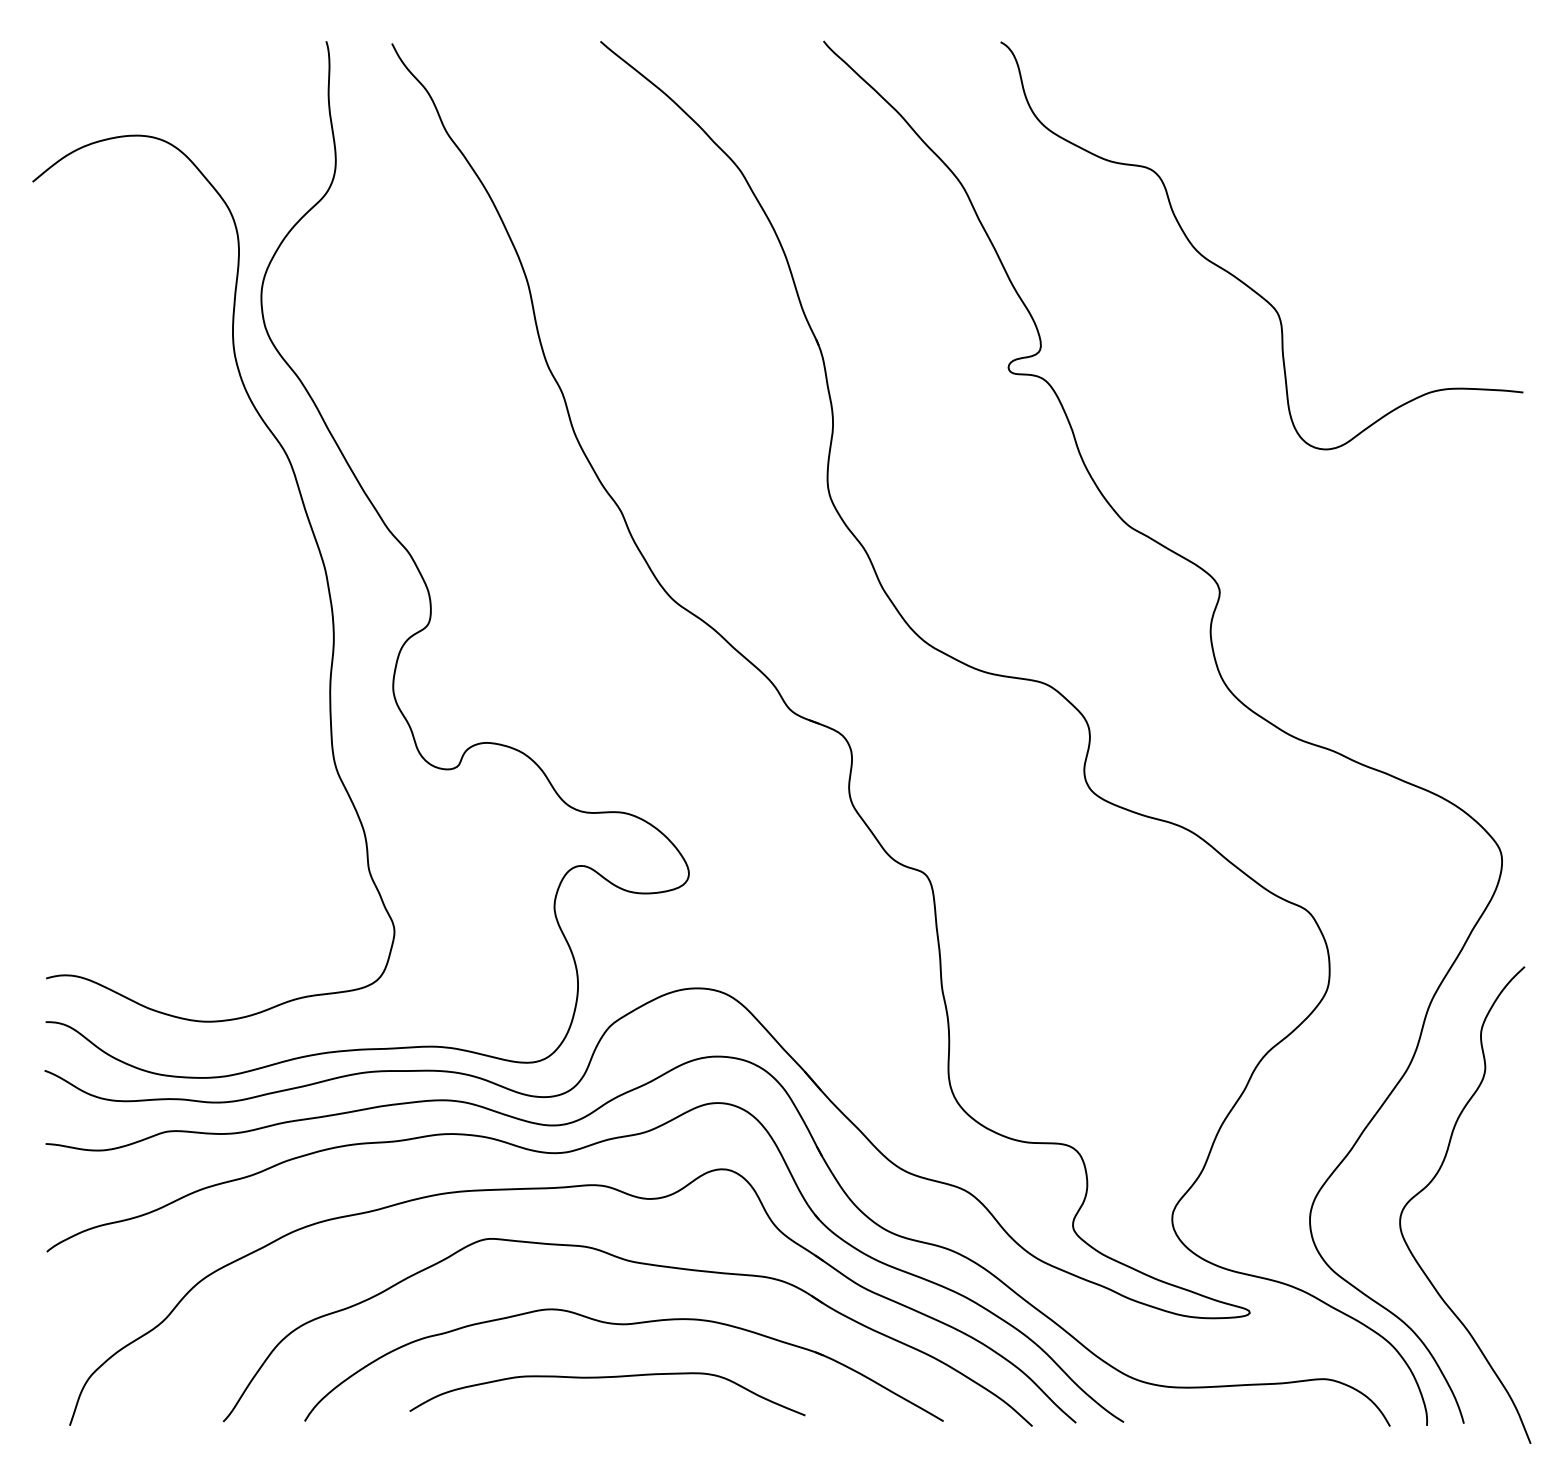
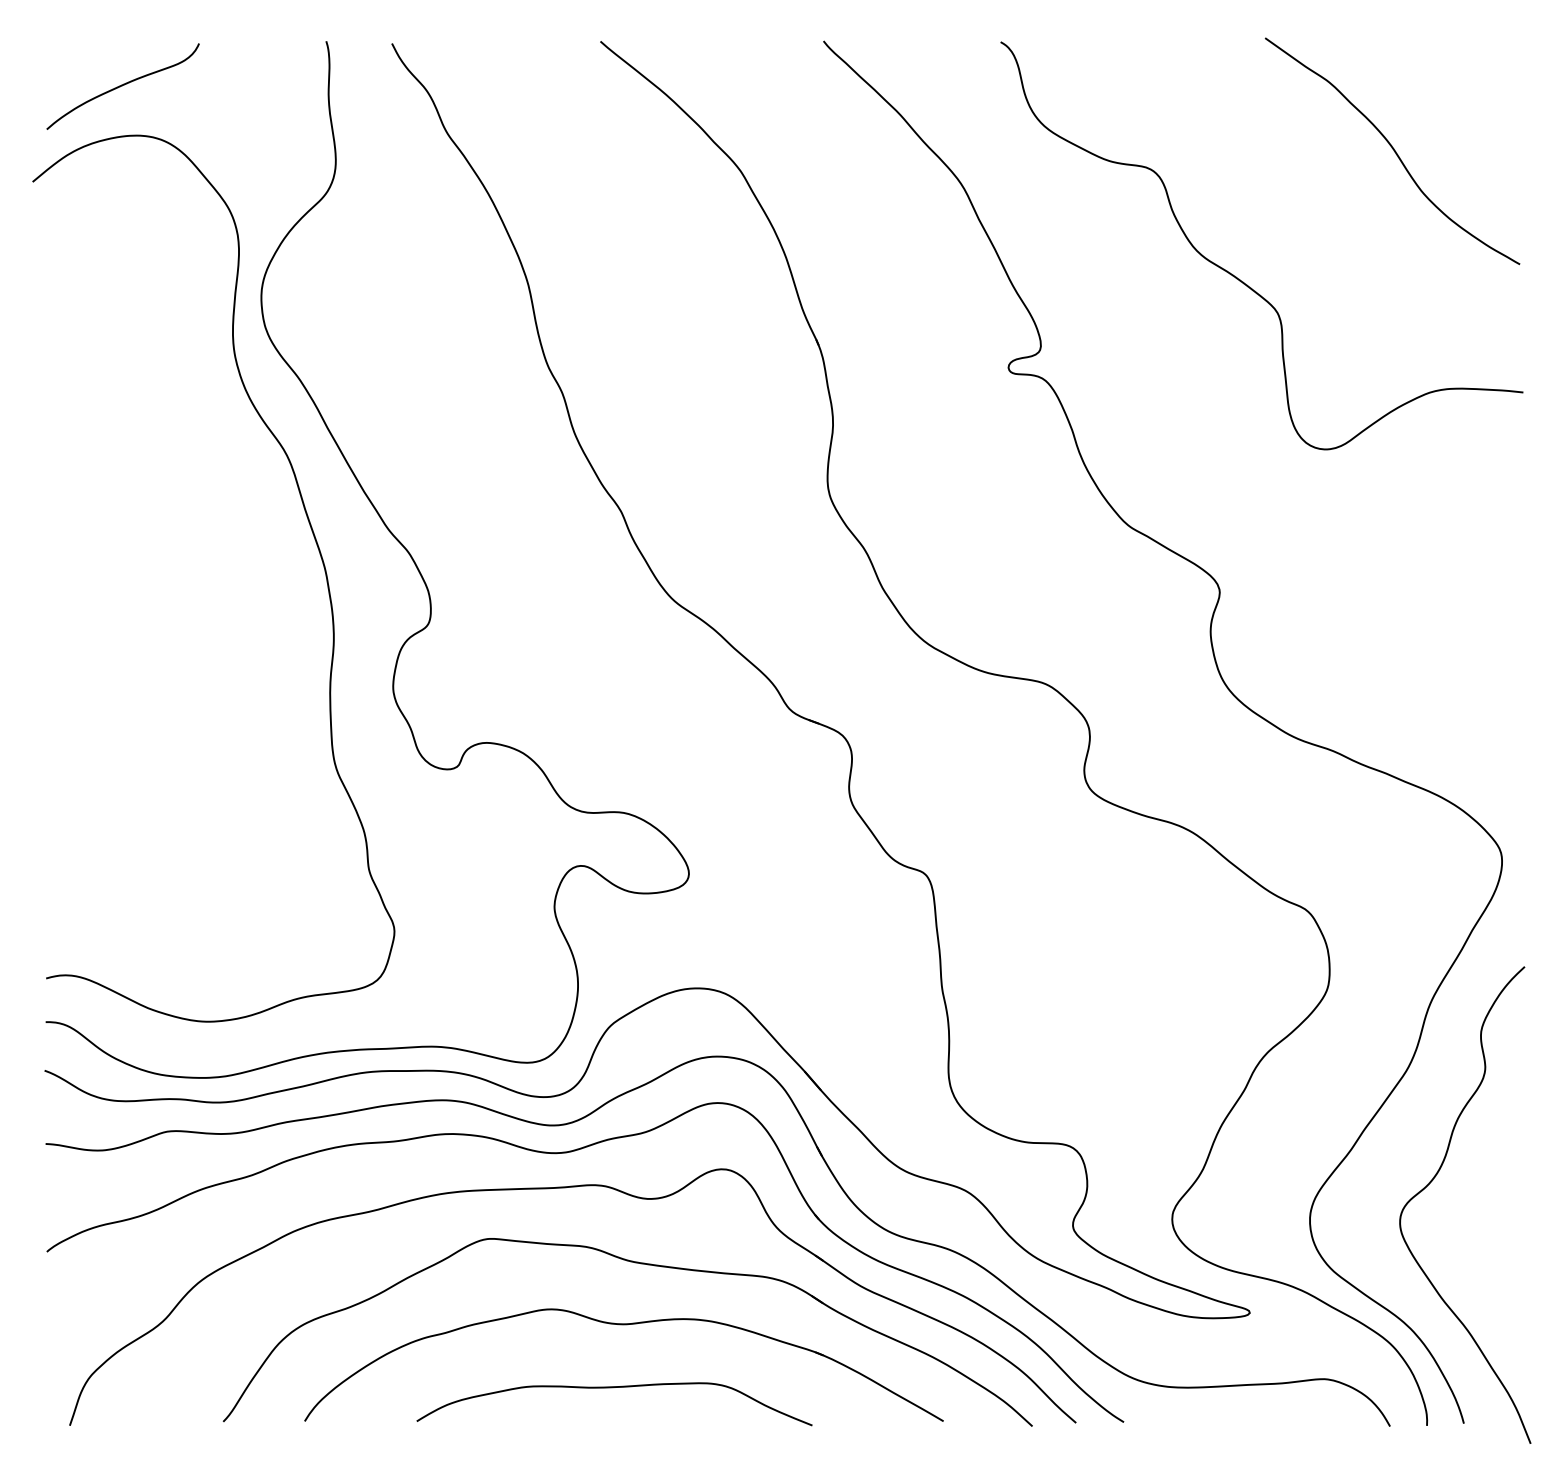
curve at (122, 86): none -> present
curve at (1392, 149): none -> present
curve at (606, 1378) position: (606, 1378) -> (613, 1388)
